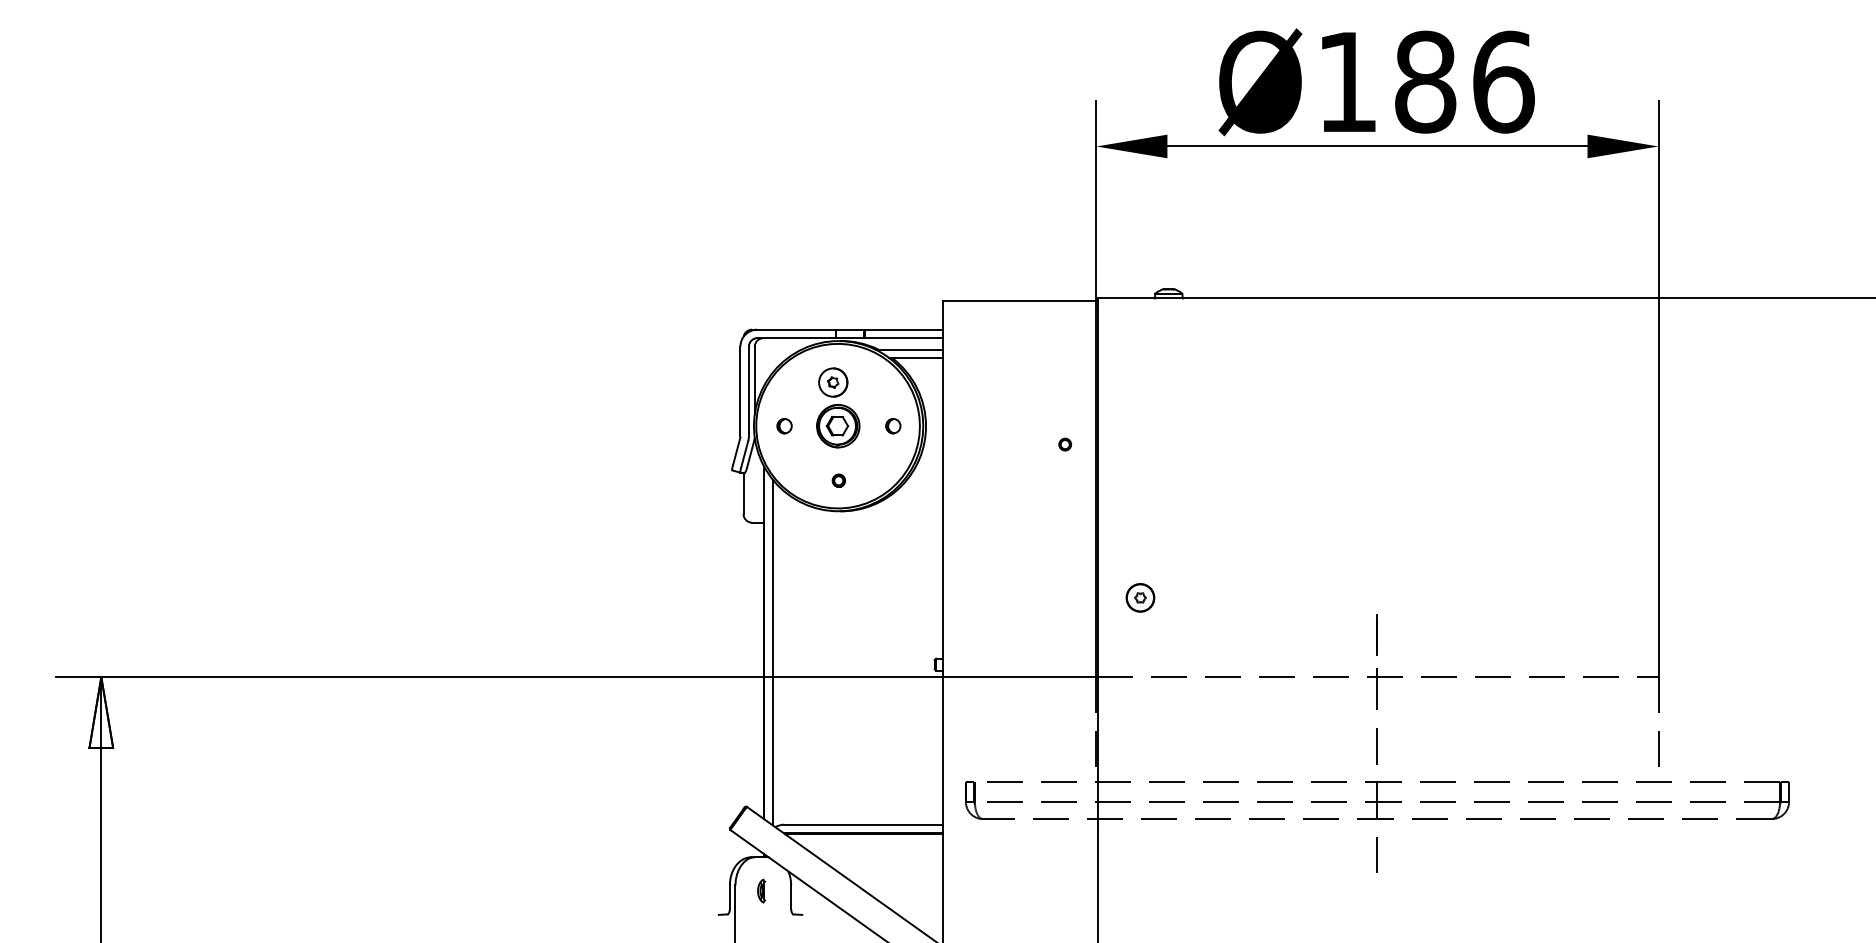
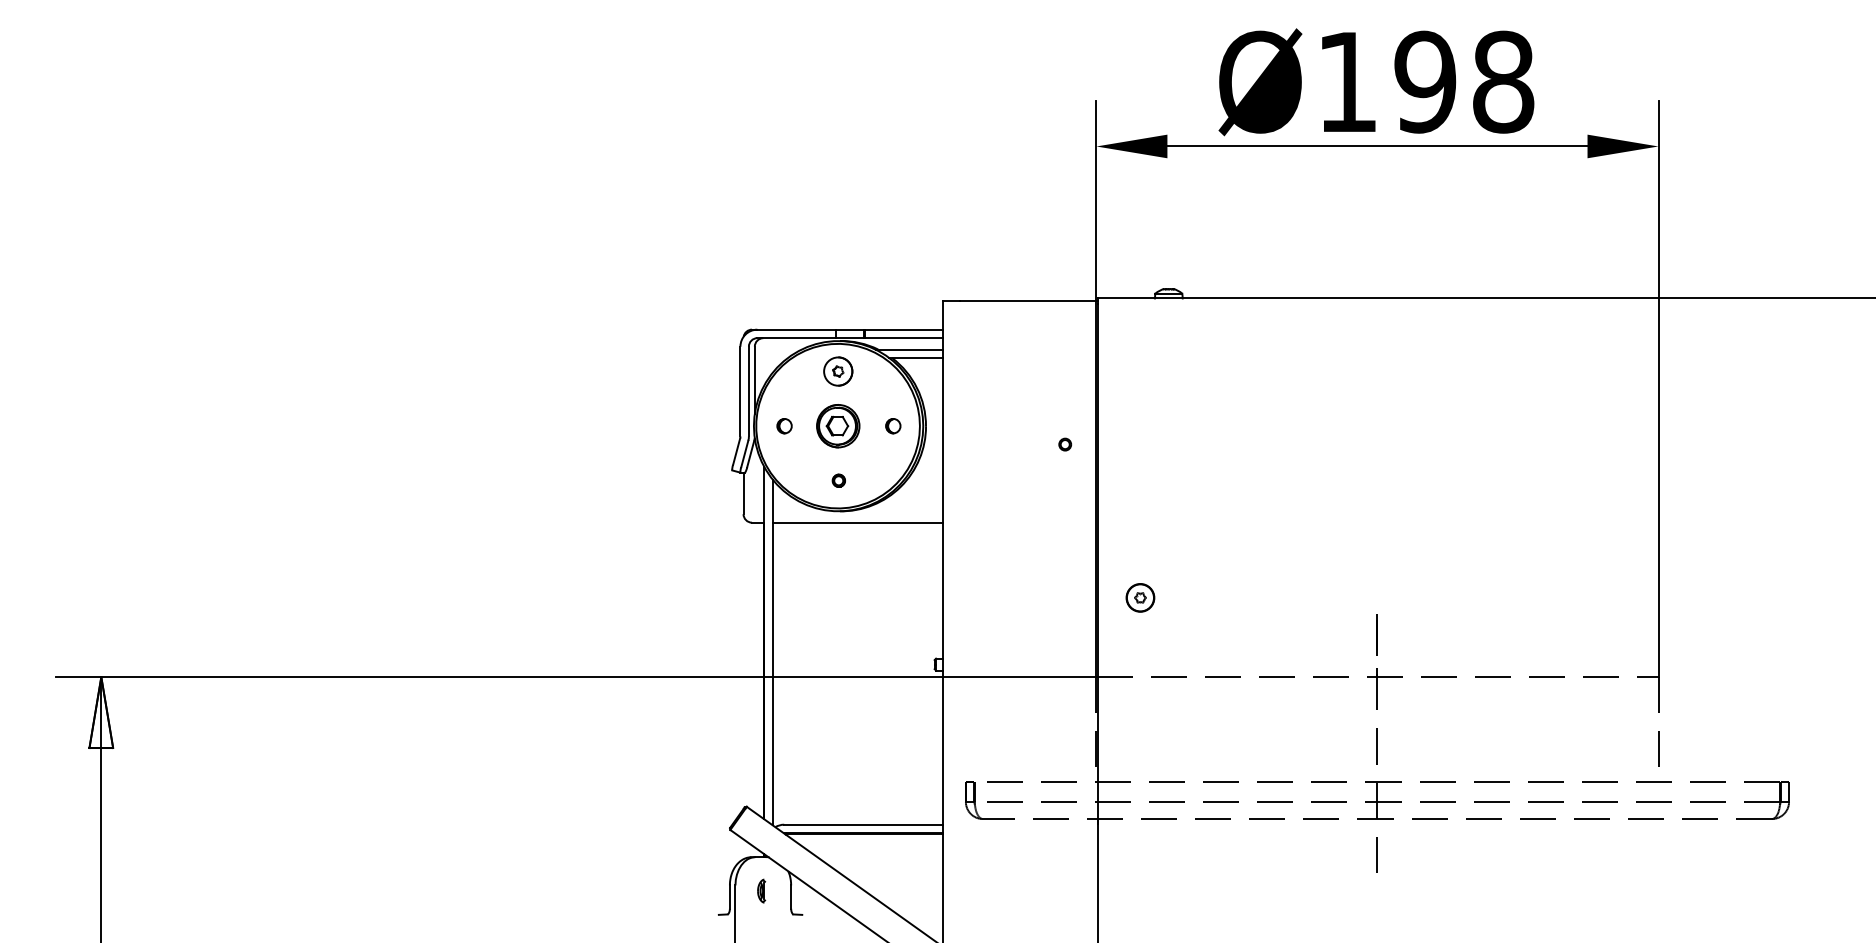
text at (1464, 81): Ø186 -> Ø198
part at (833, 382) position: (833, 382) -> (838, 371)
line at (857, 522): none -> present
